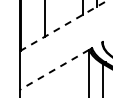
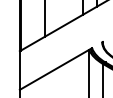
line at (63, 25): dashed -> solid
line at (54, 69): dashed -> solid
